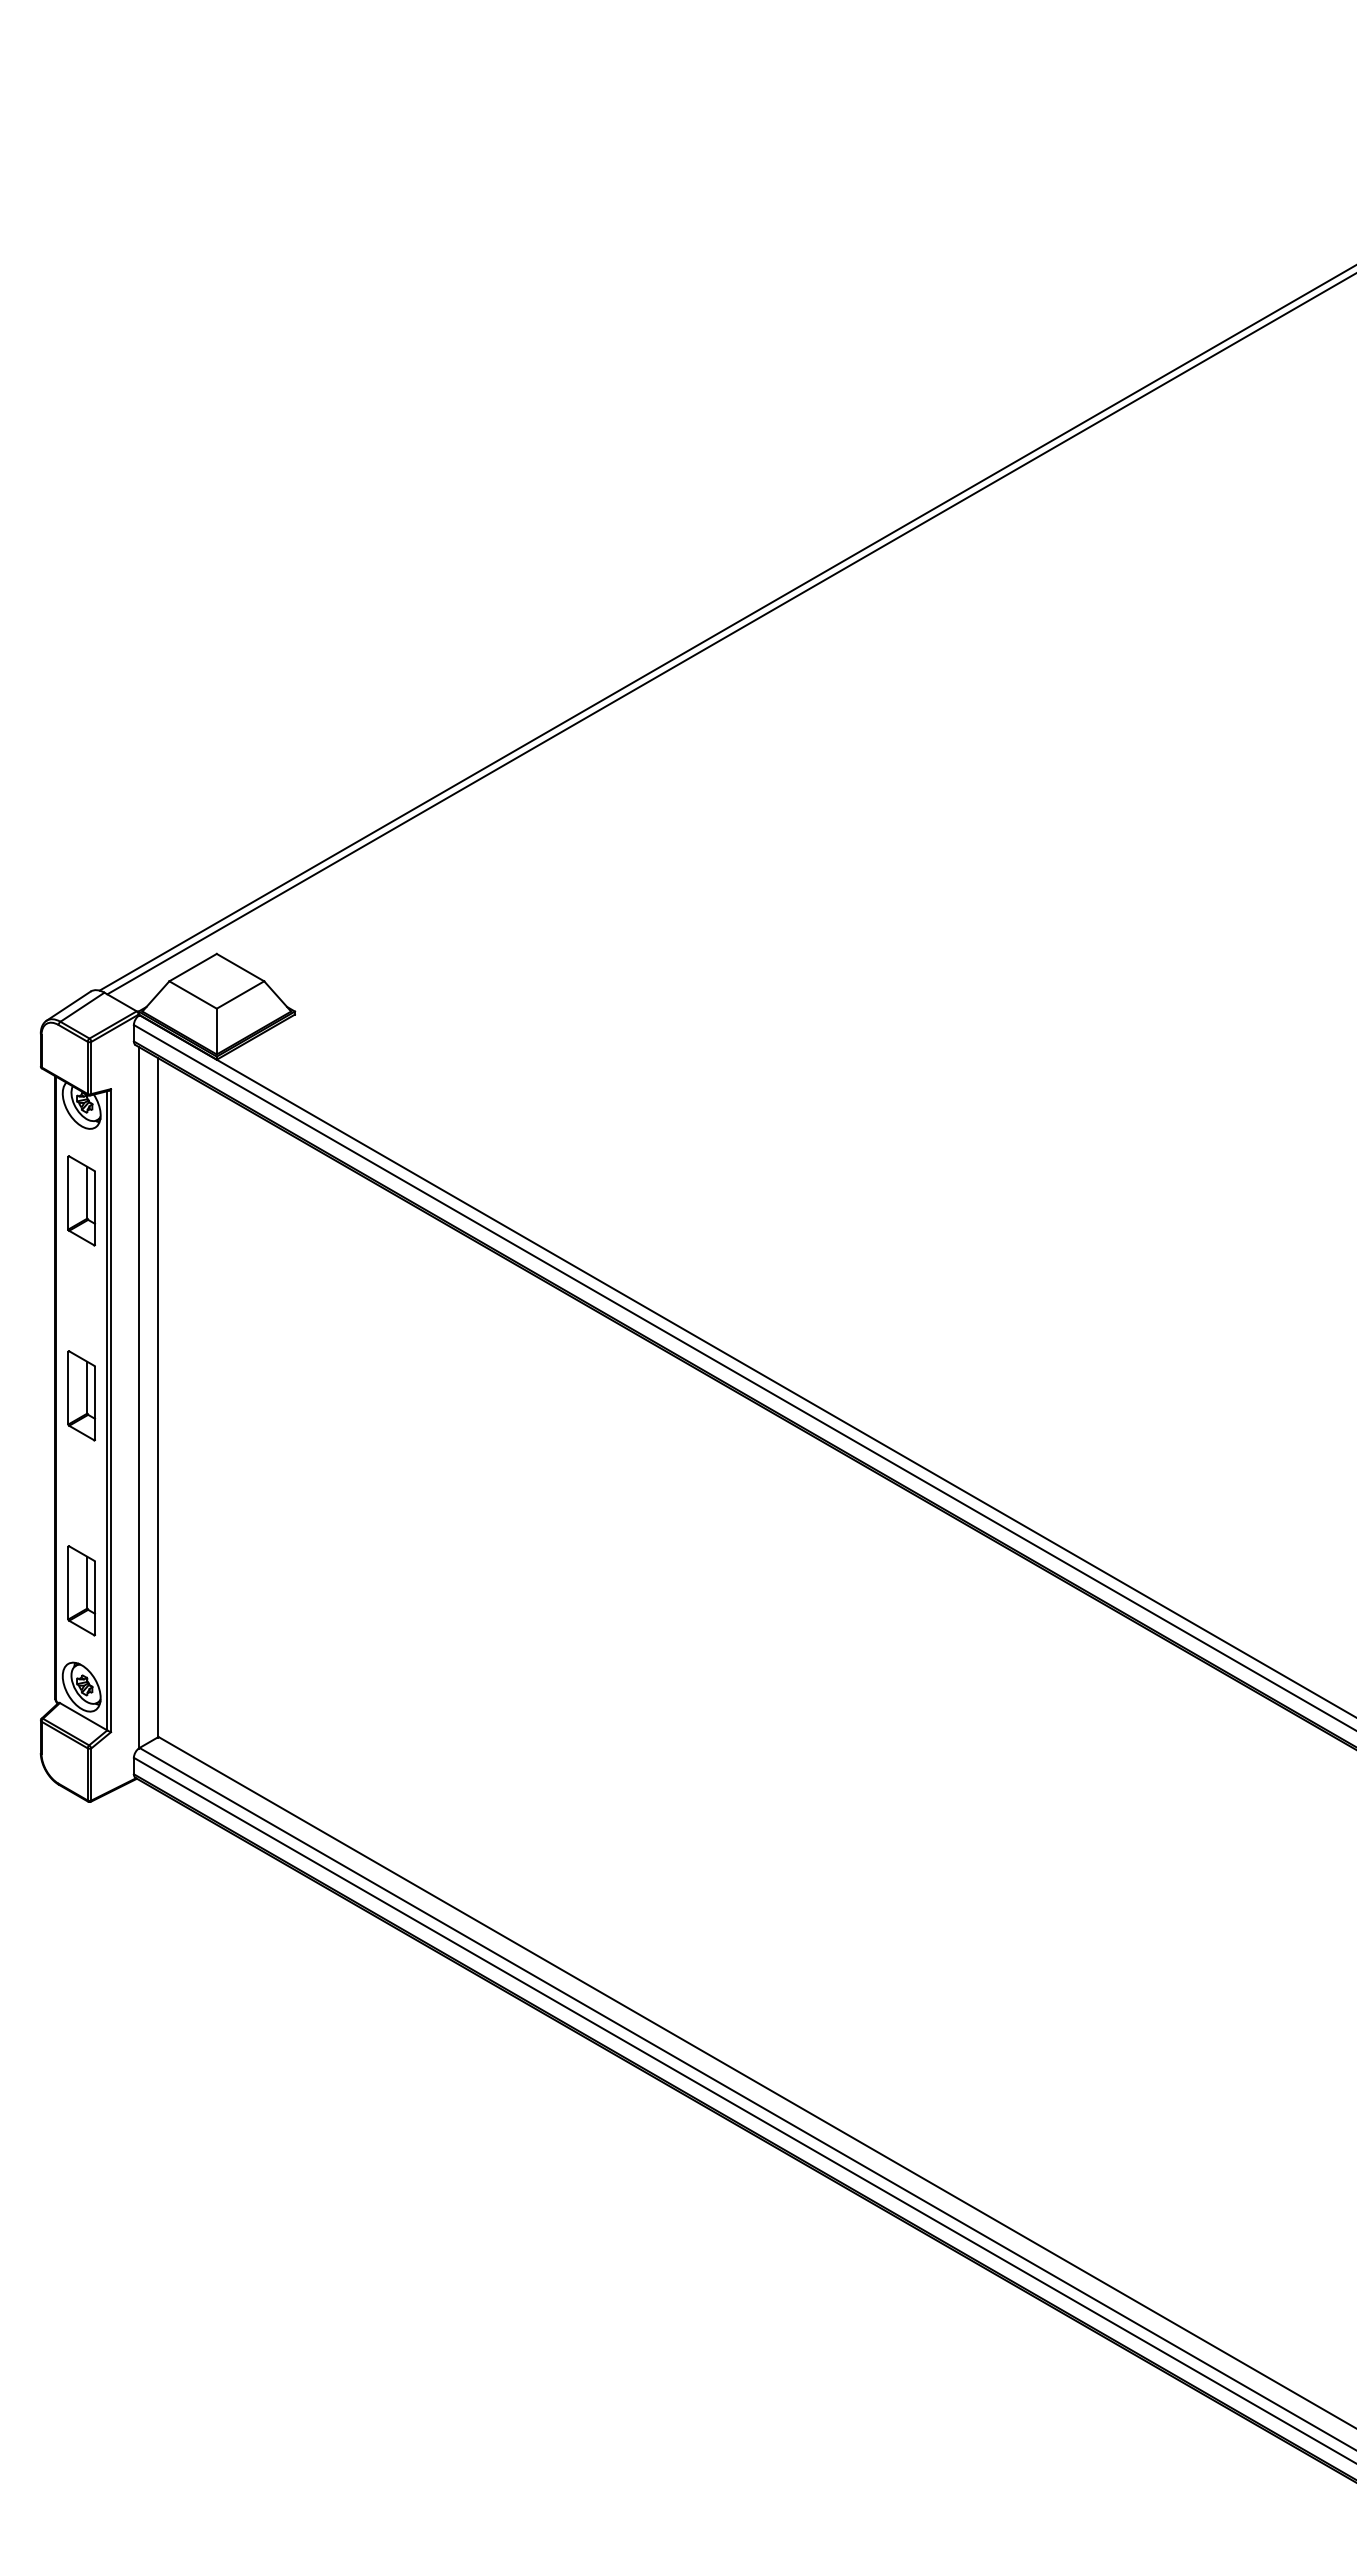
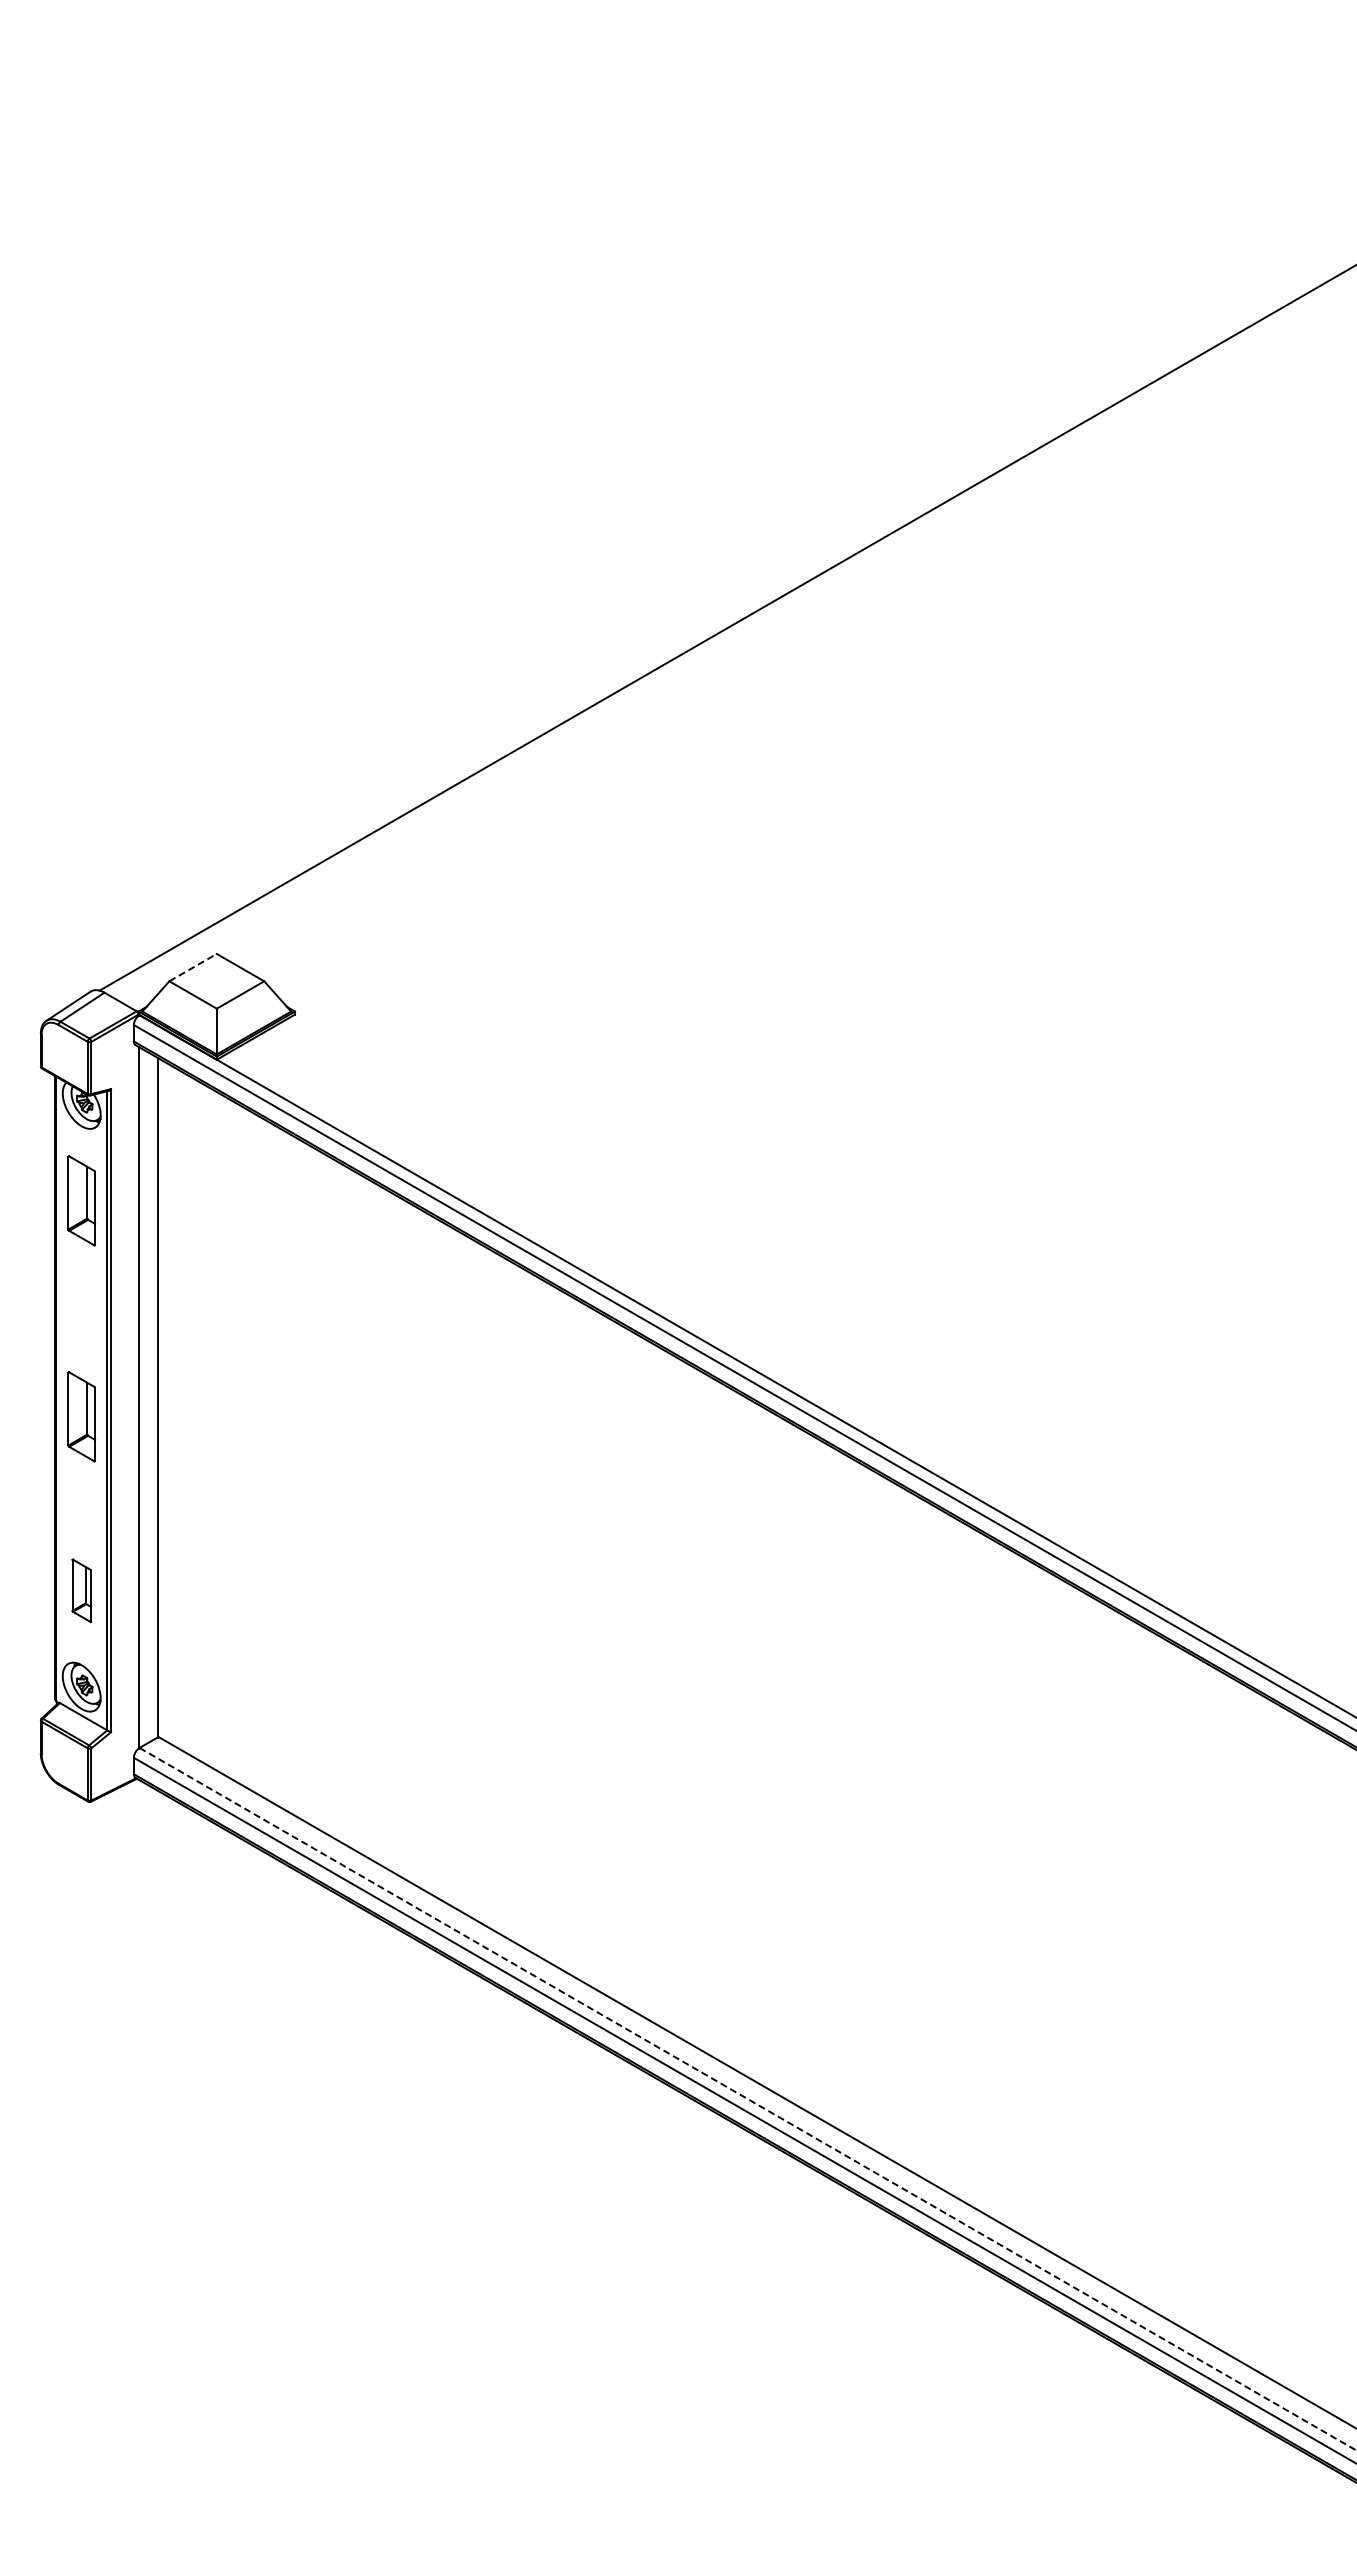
line at (730, 634): present -> none
line at (193, 967): solid -> dashed
part at (81, 1395) position: (81, 1395) -> (81, 1416)
part at (81, 1590) size: 30x92 px -> 22x66 px
line at (748, 2099): solid -> dashed
